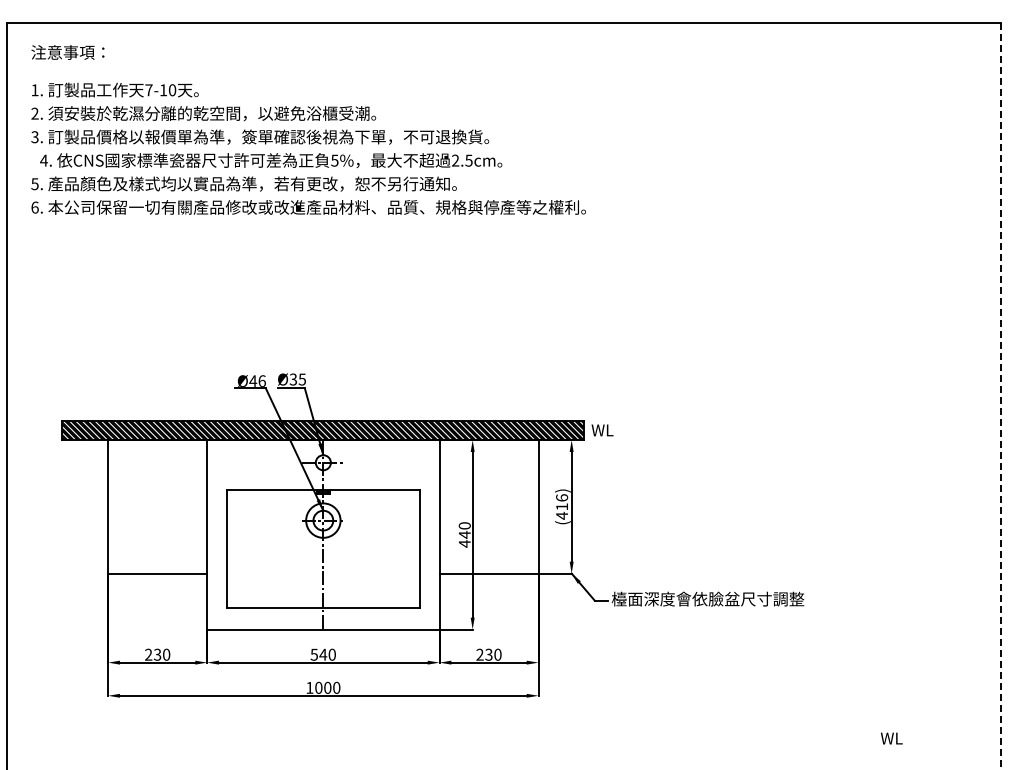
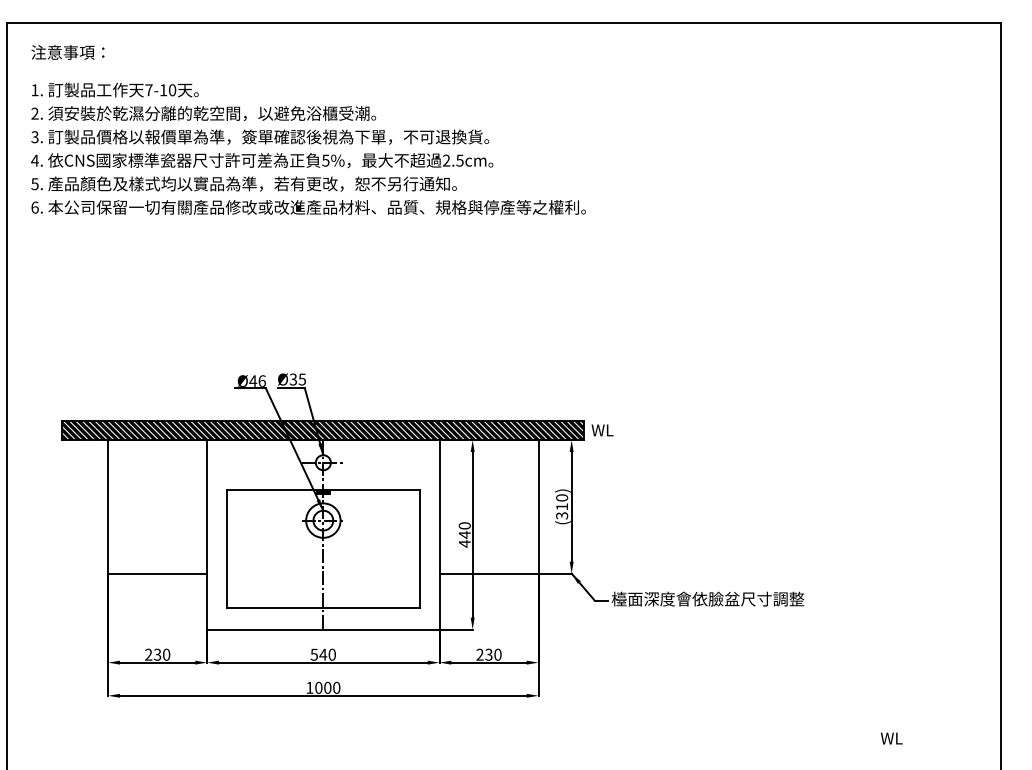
text at (271, 160) position: (271, 160) -> (262, 160)
line at (1001, 396): dashed -> solid
text at (562, 506): (416) -> (310)
